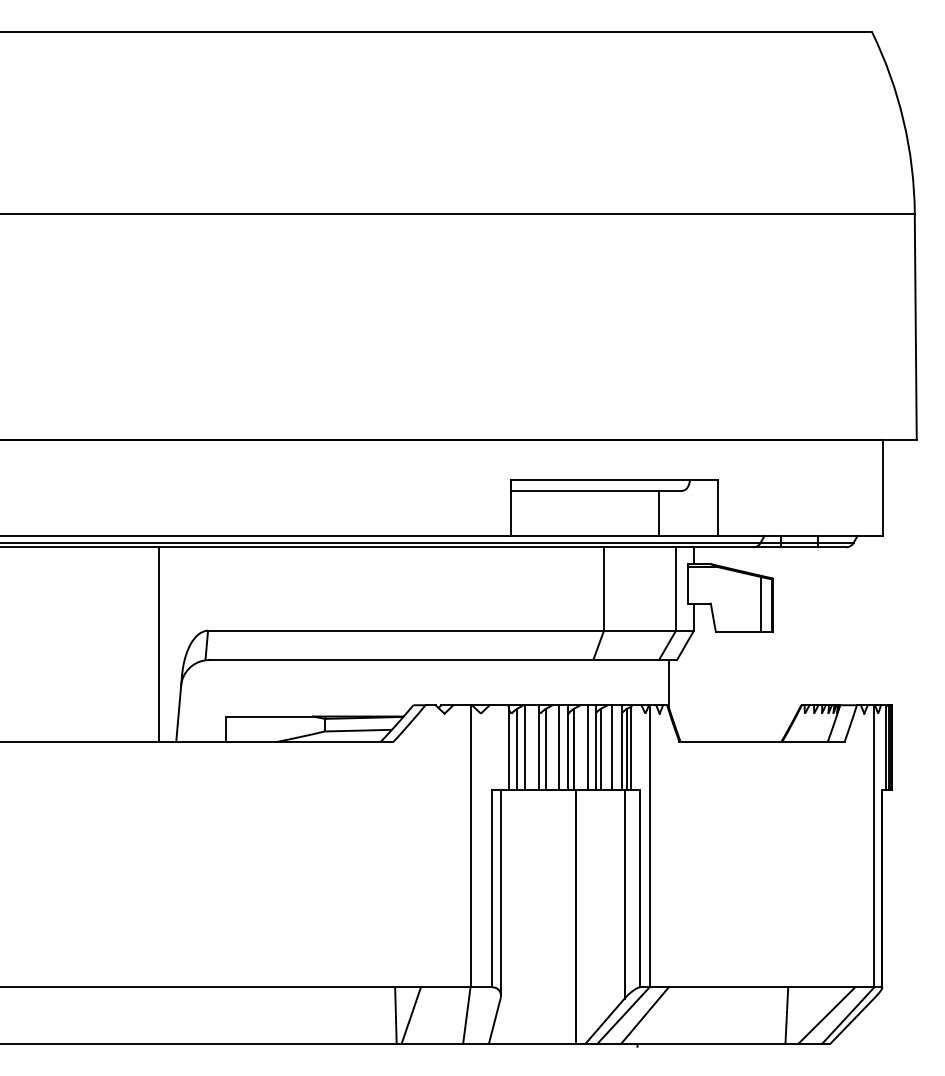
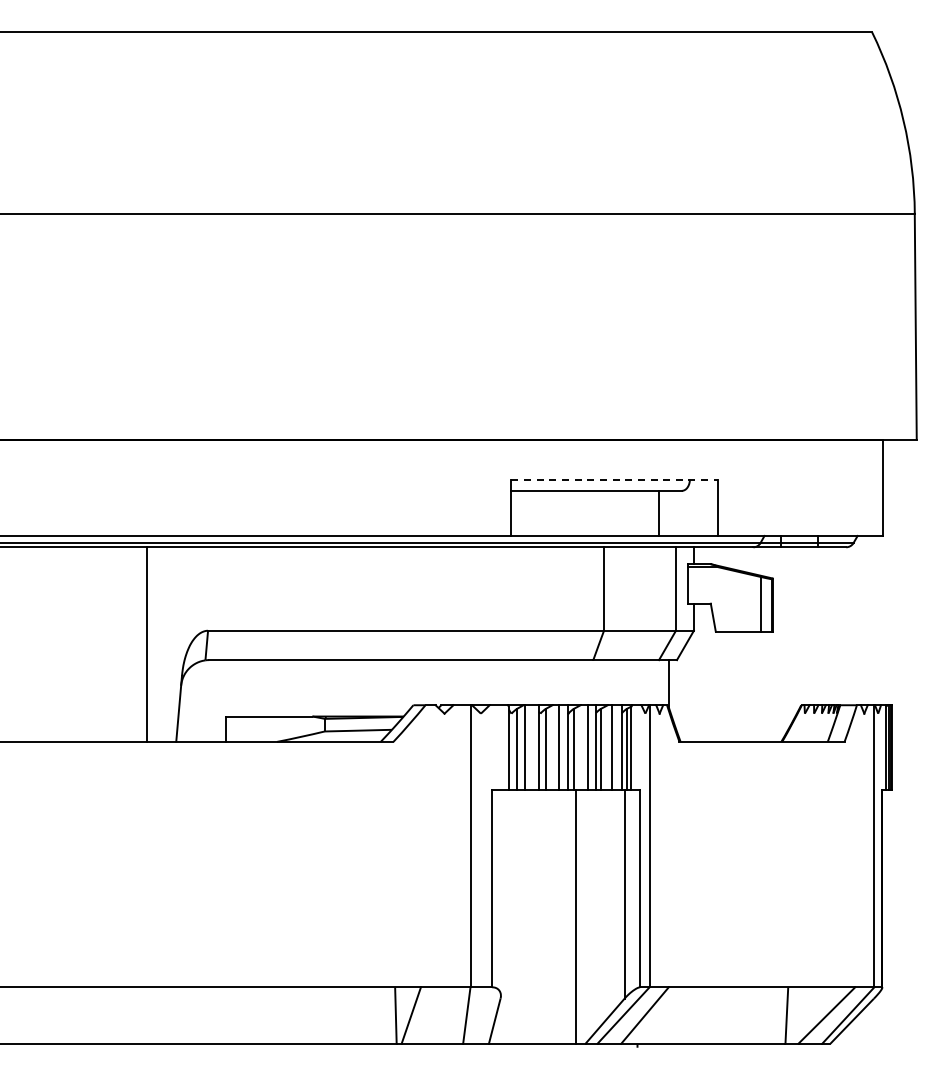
line at (615, 479): solid -> dashed
line at (159, 644) position: (159, 644) -> (147, 644)
line at (500, 892): present -> none
